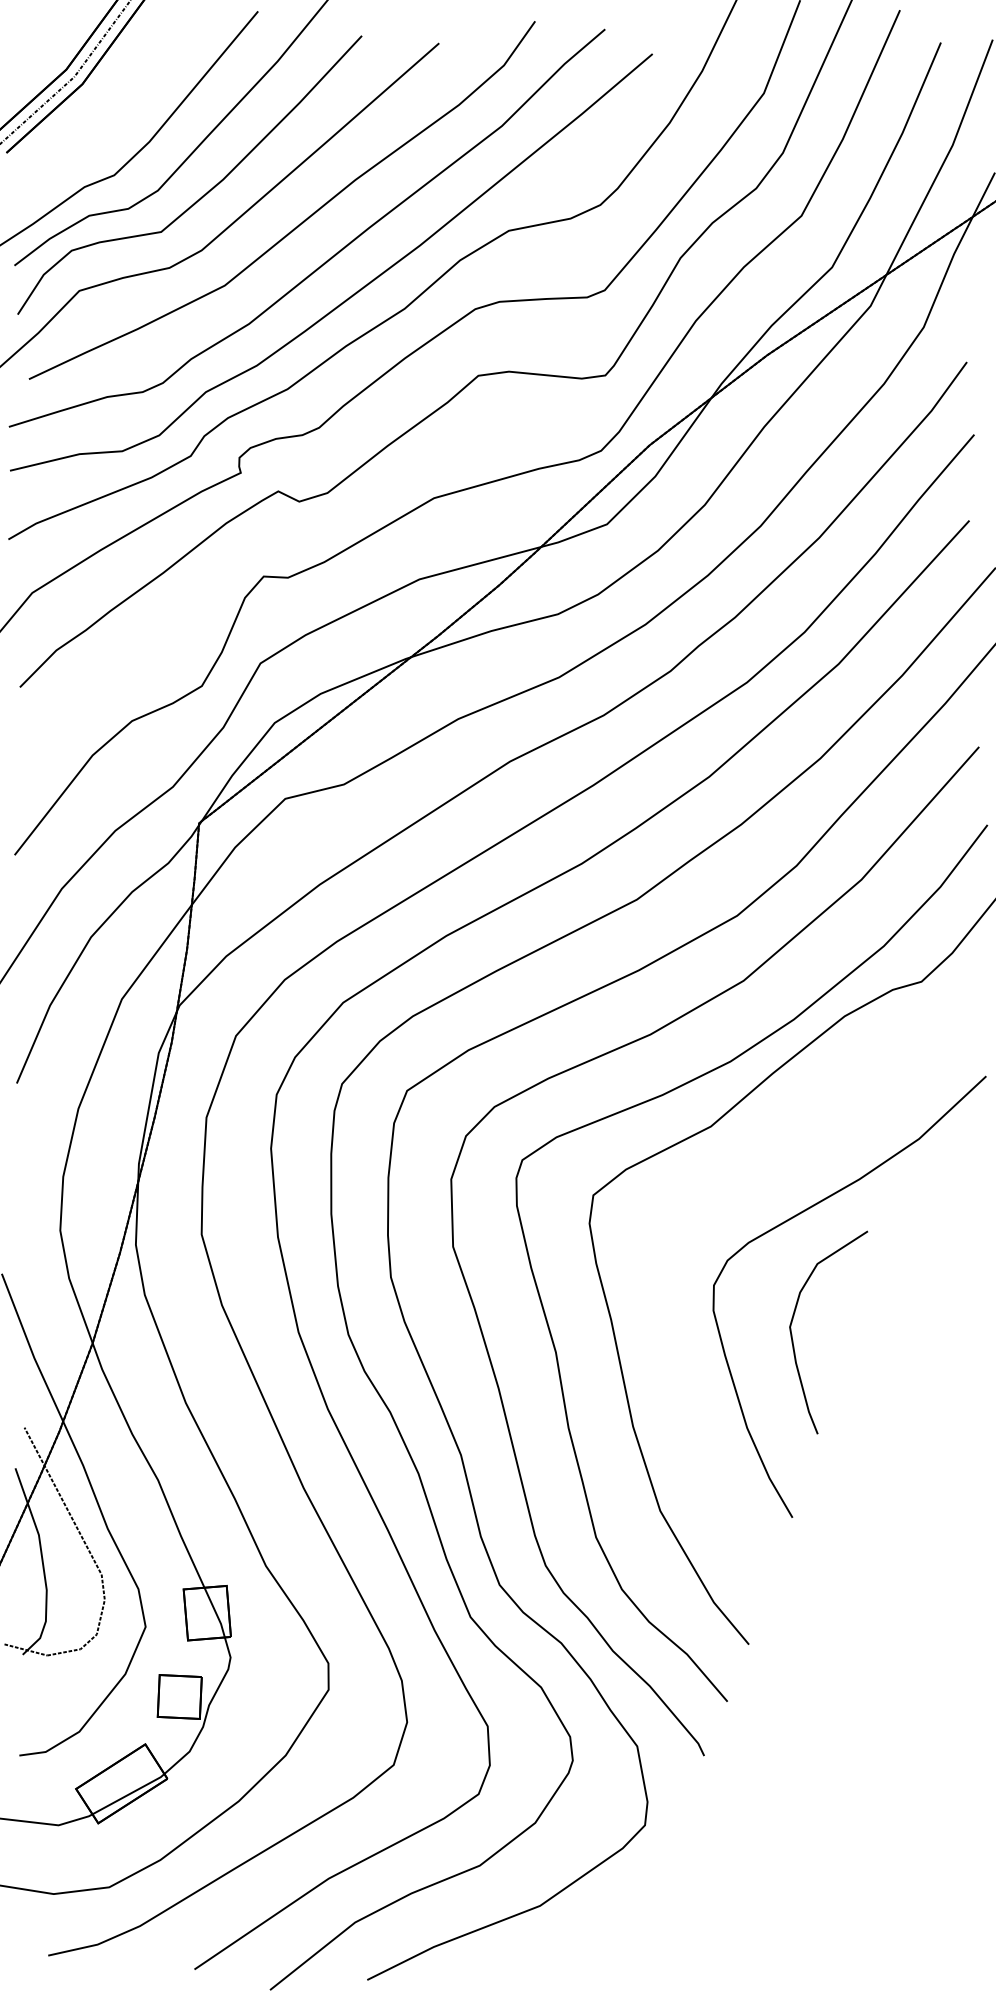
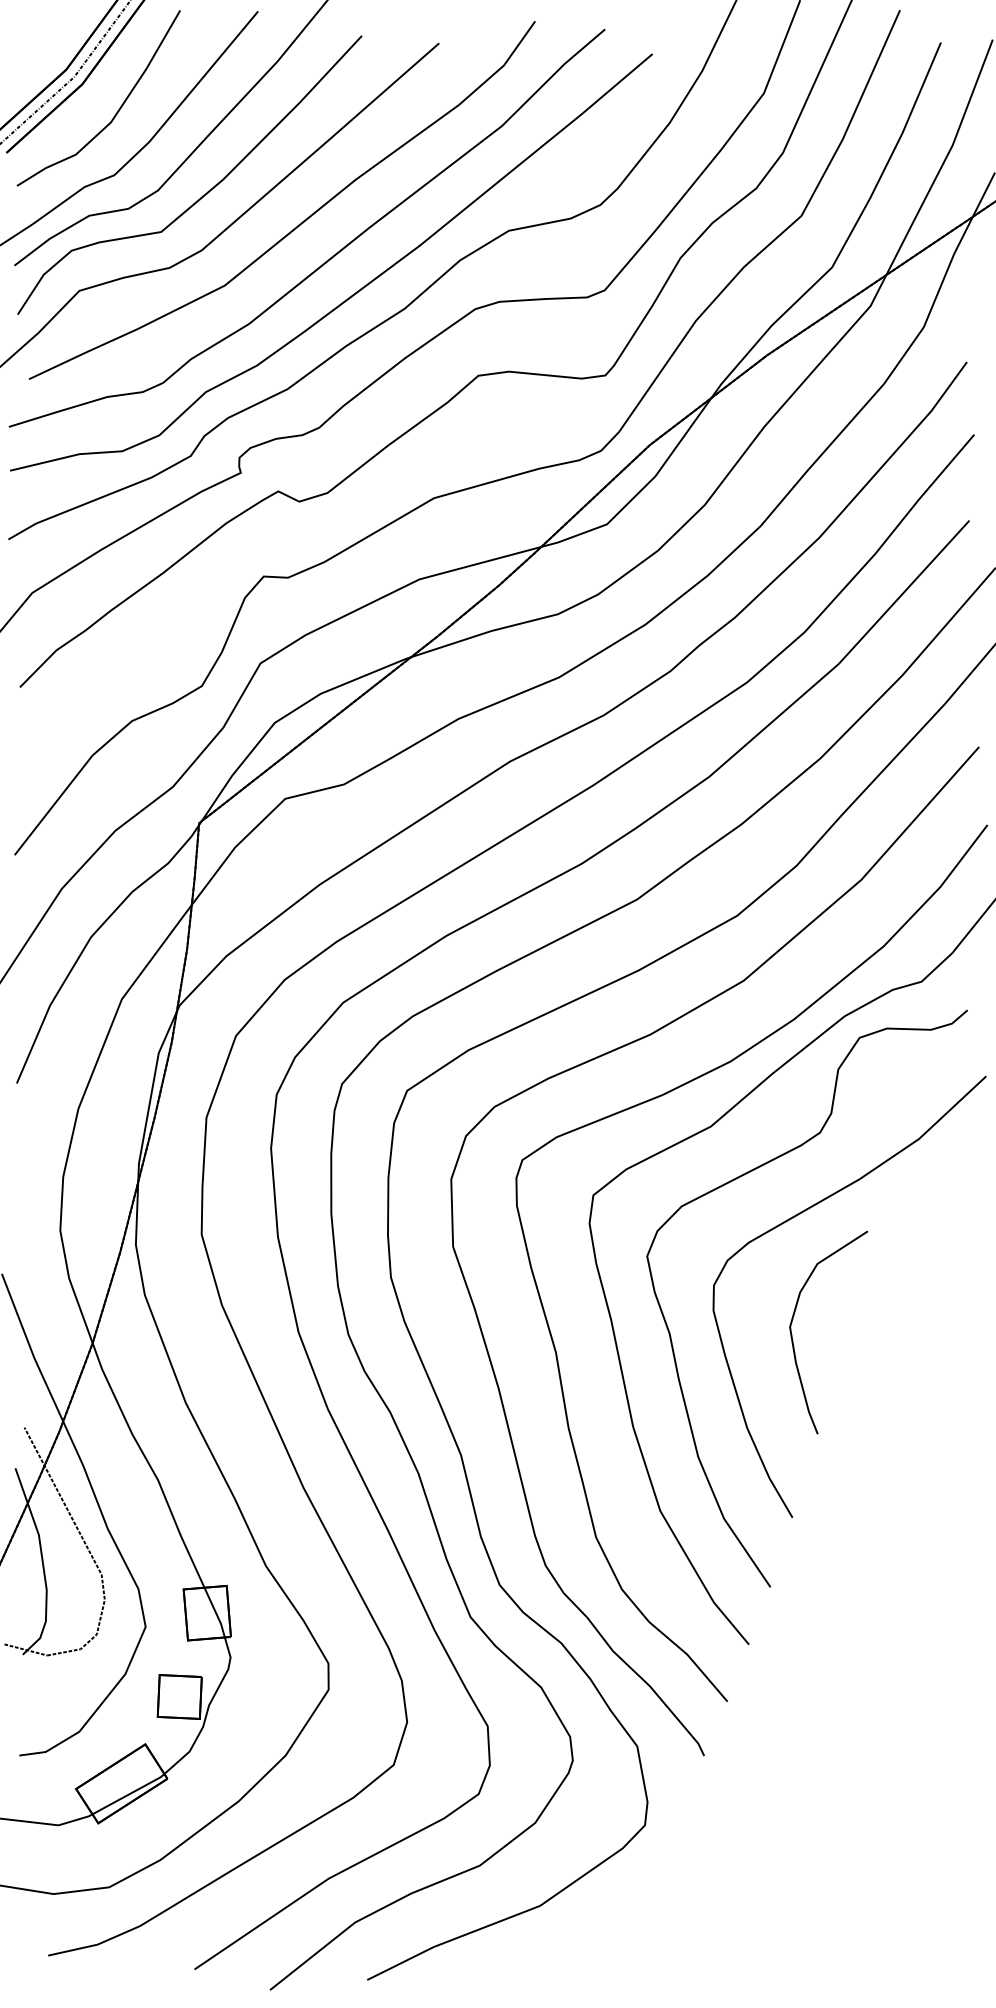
curve at (117, 110): none -> present
curve at (744, 1175): none -> present
